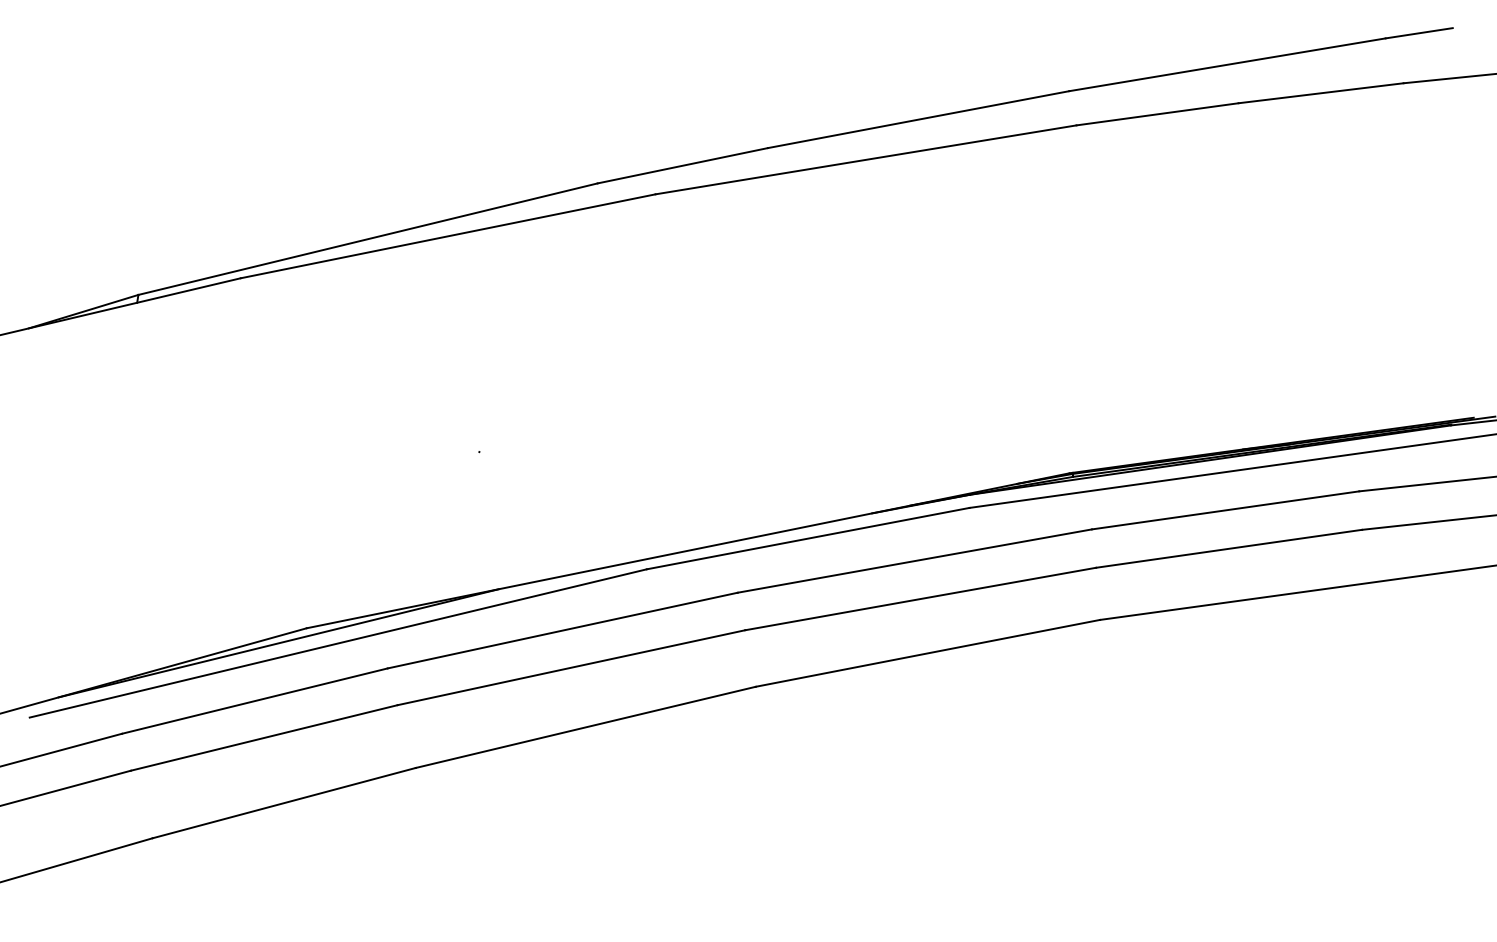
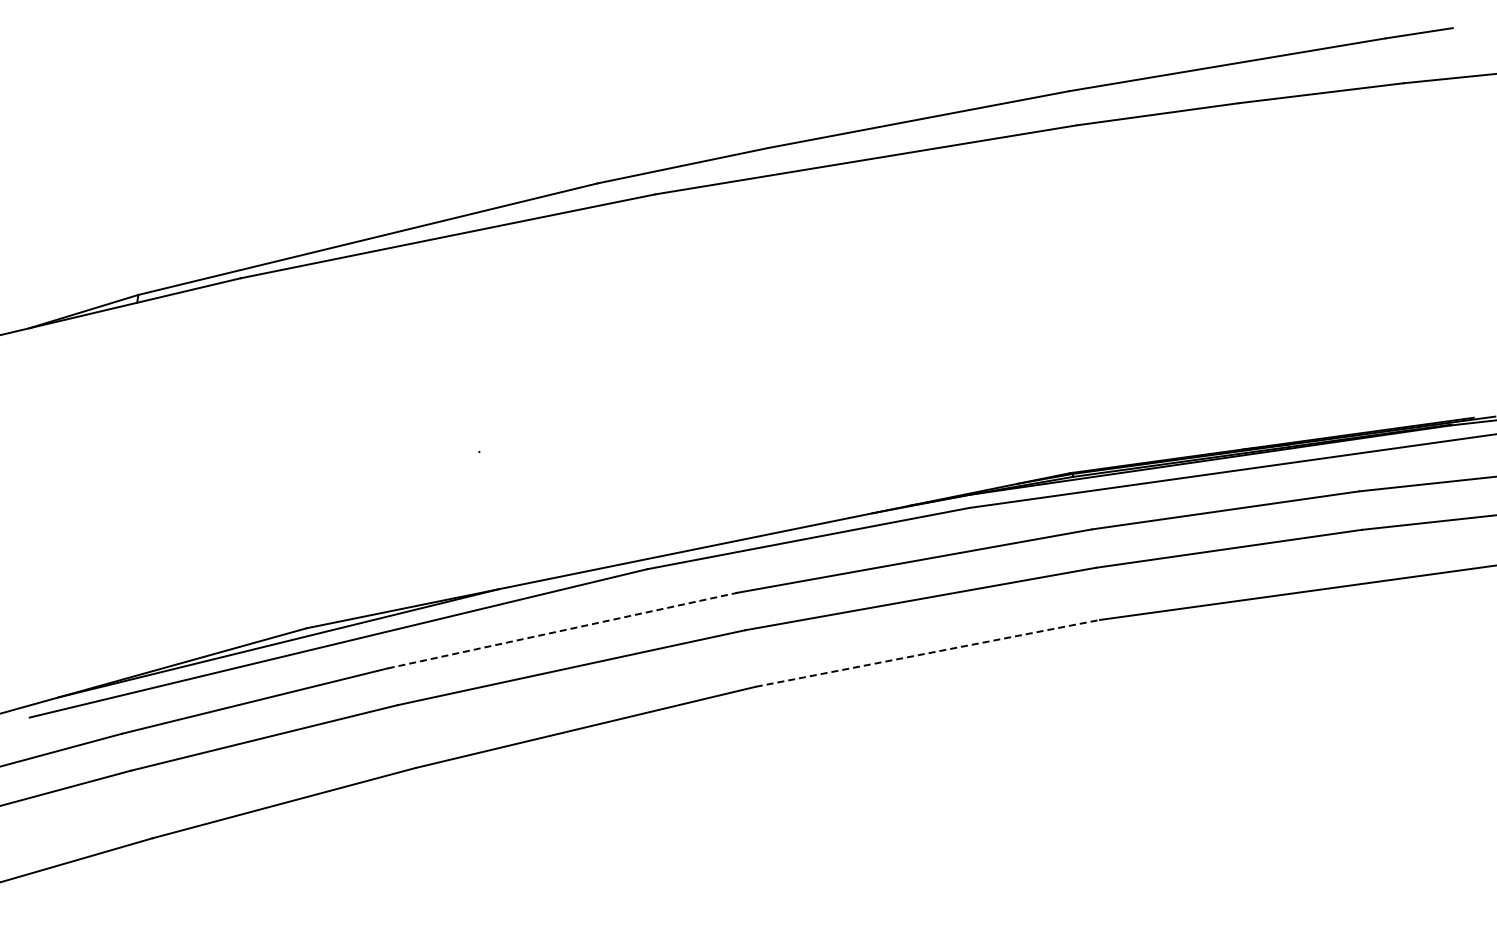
line at (563, 630): solid -> dashed
line at (928, 653): solid -> dashed
